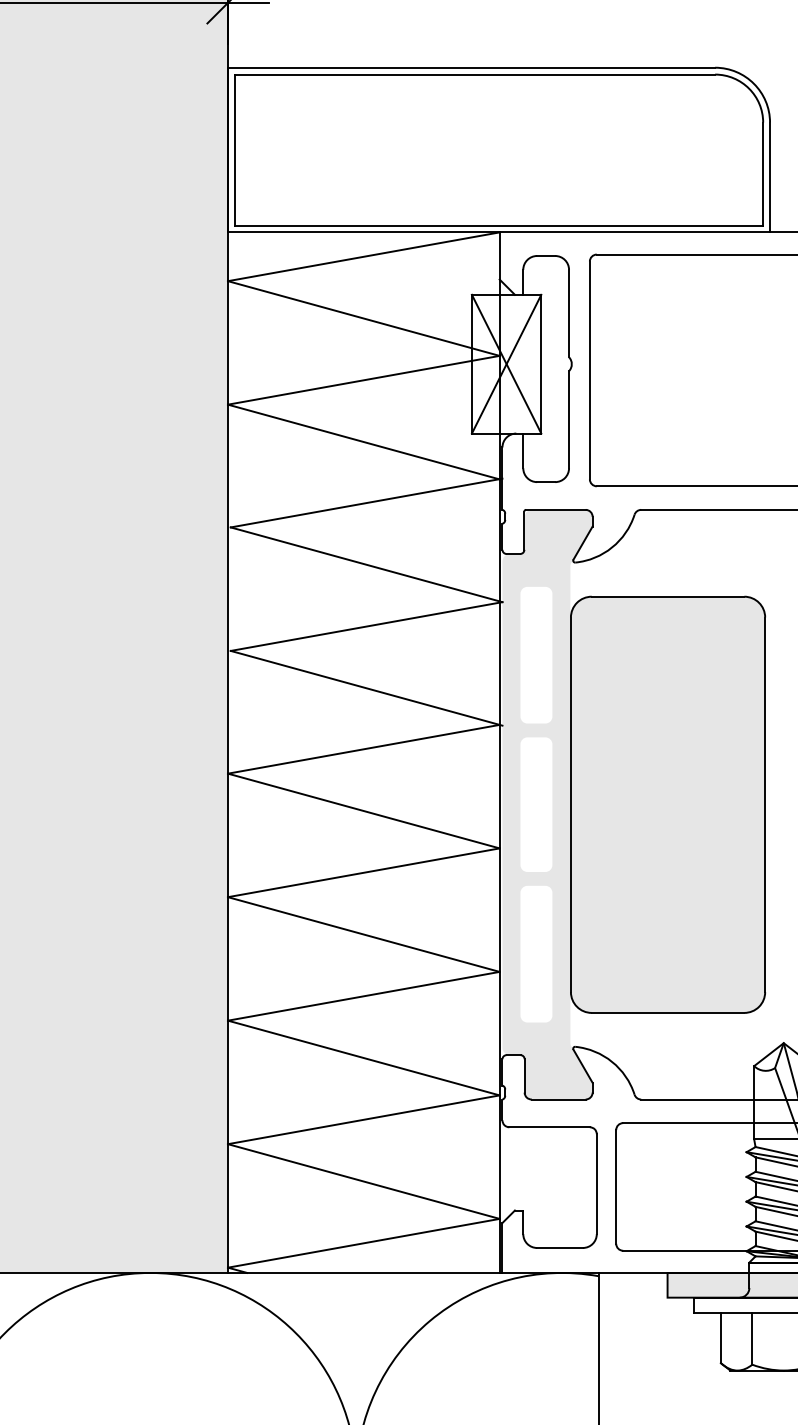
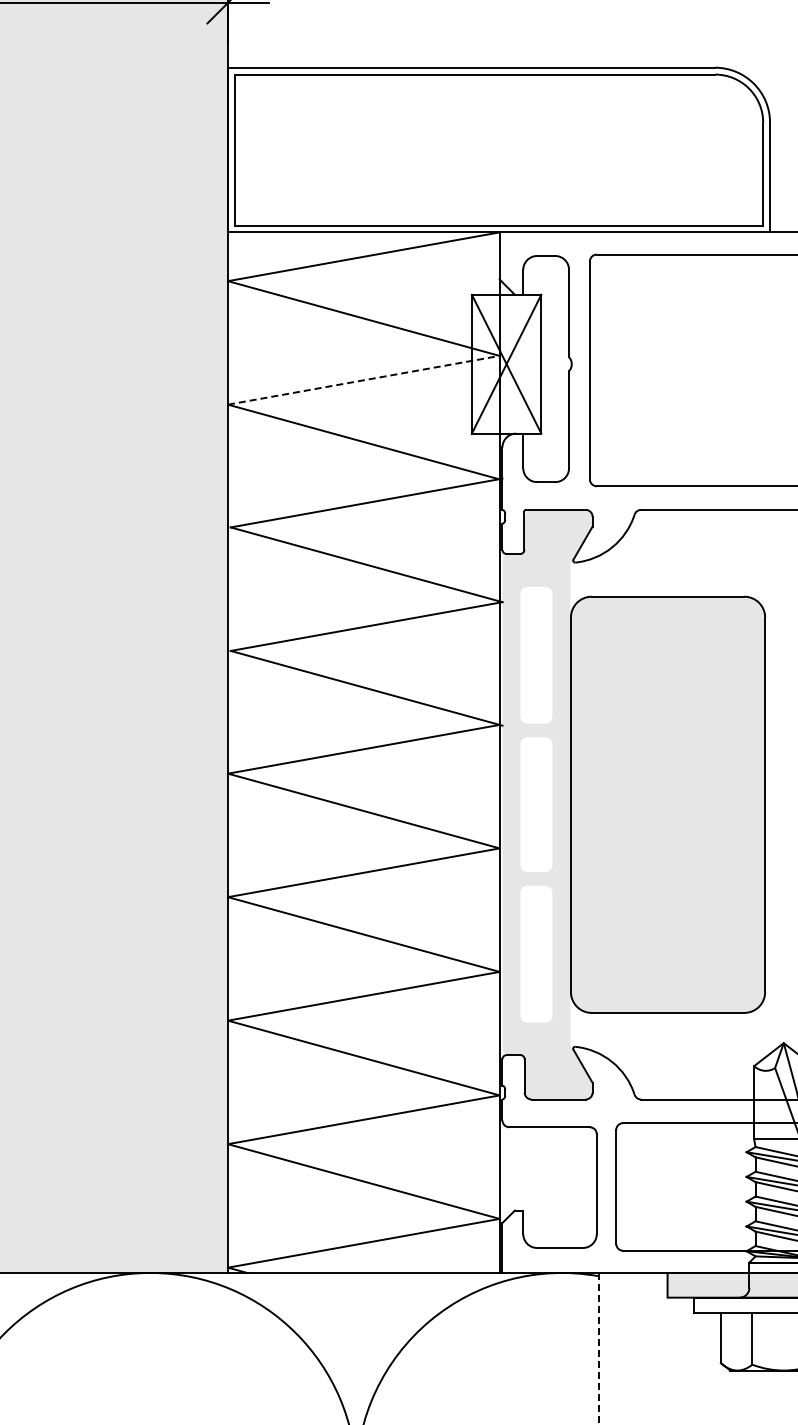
line at (364, 380): solid -> dashed
line at (598, 1348): solid -> dashed
